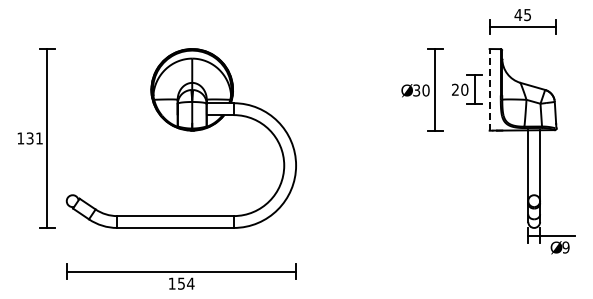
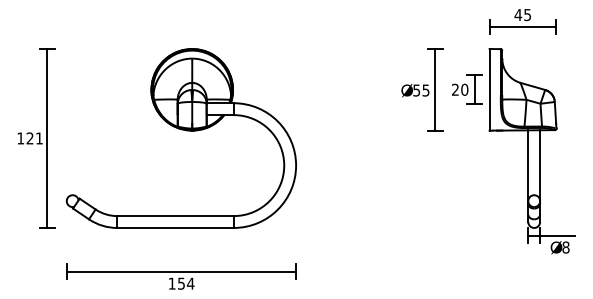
line at (489, 89): dashed -> solid
text at (421, 90): 30 -> 55
text at (29, 138): 131 -> 121
text at (565, 247): 9 -> 8
